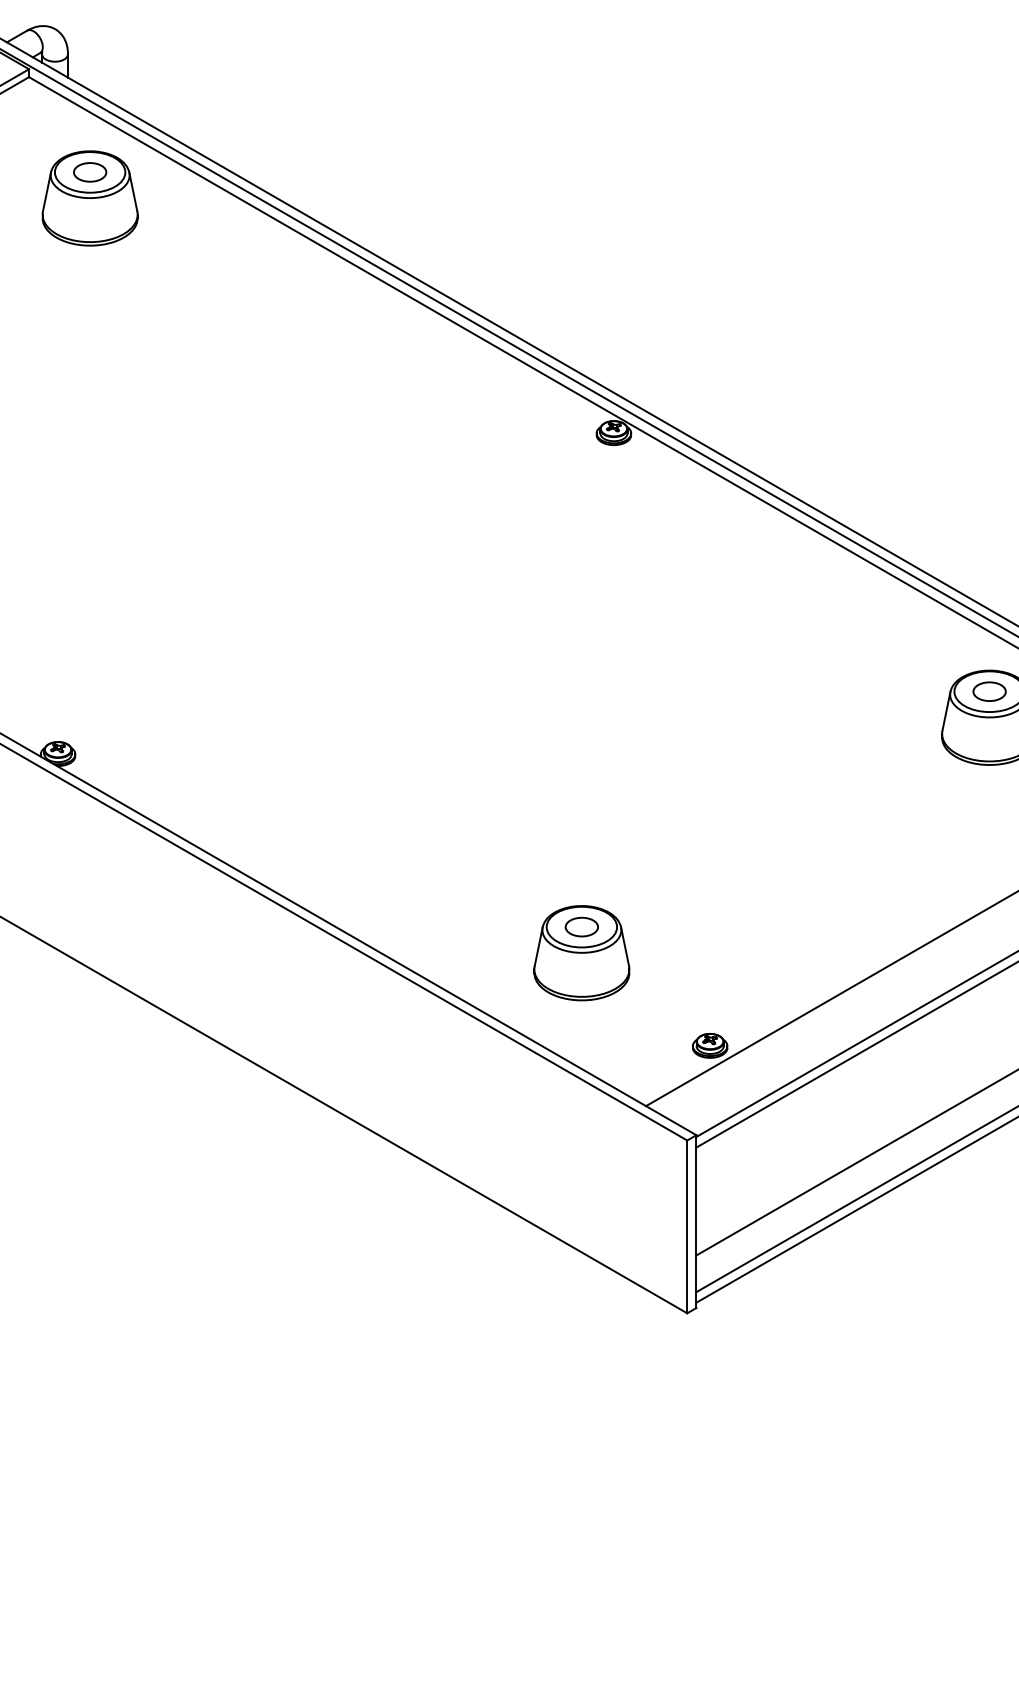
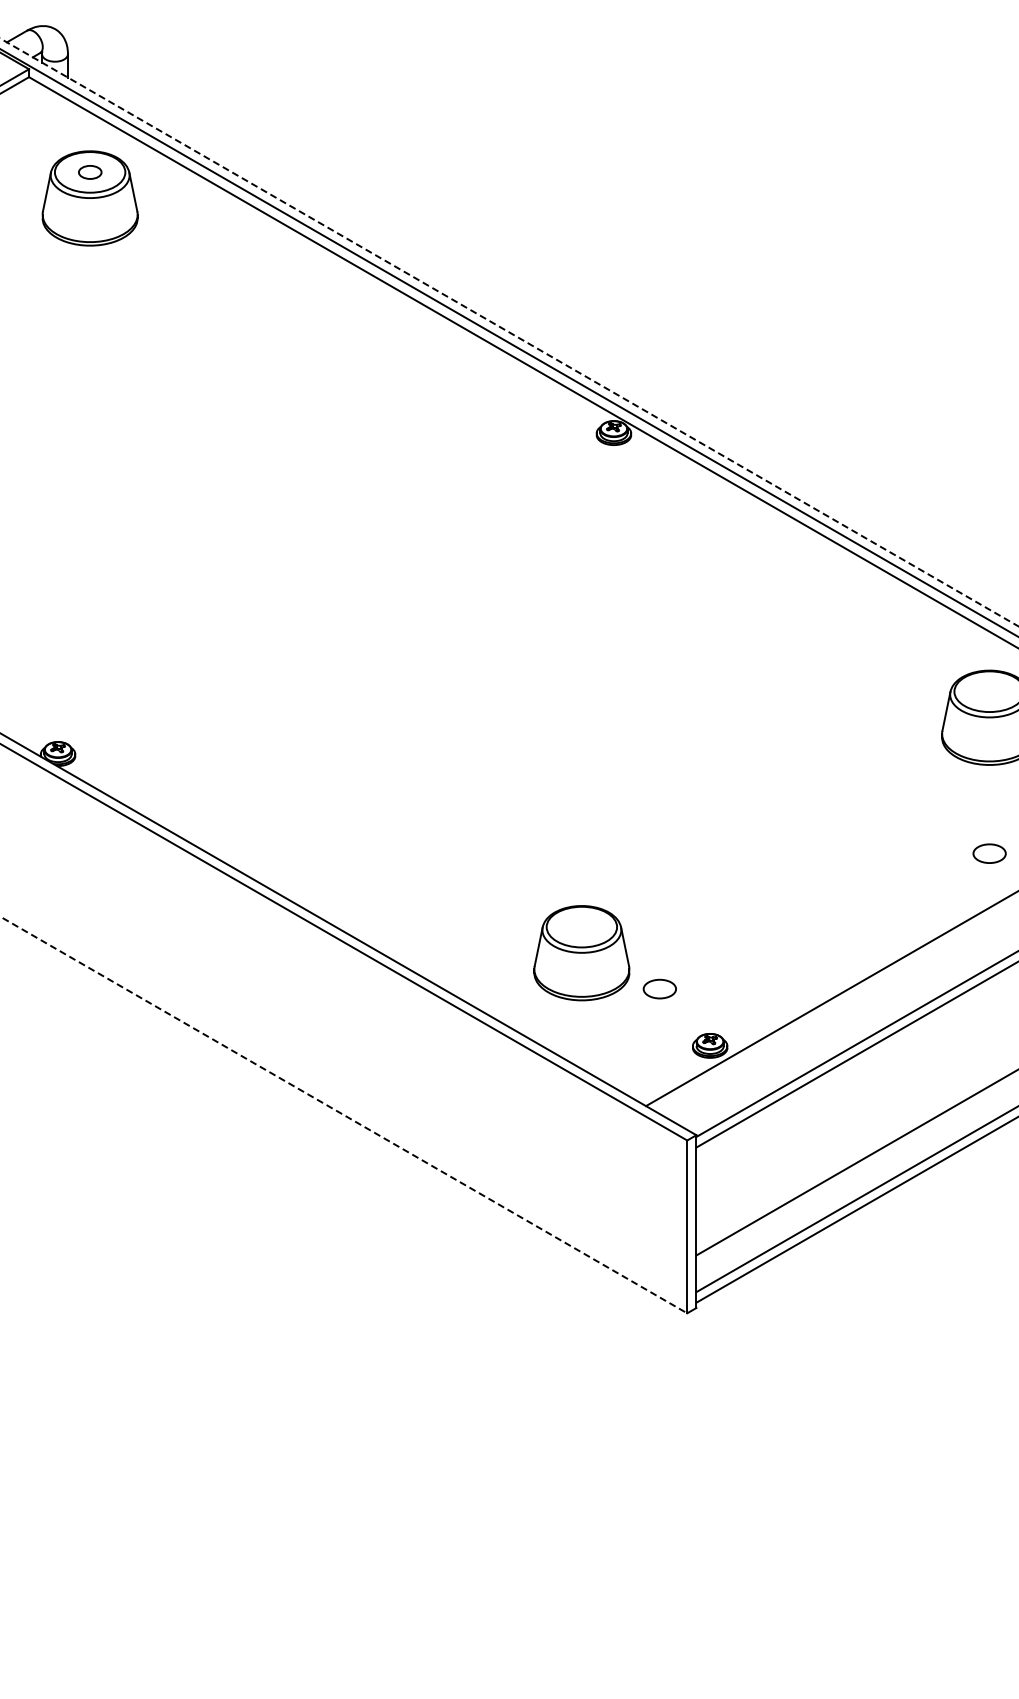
part at (90, 172) size: 35x21 px -> 25x15 px
line at (509, 332): solid -> dashed
part at (989, 691) position: (989, 691) -> (989, 853)
part at (581, 926) position: (581, 926) -> (659, 988)
line at (344, 1115): solid -> dashed
